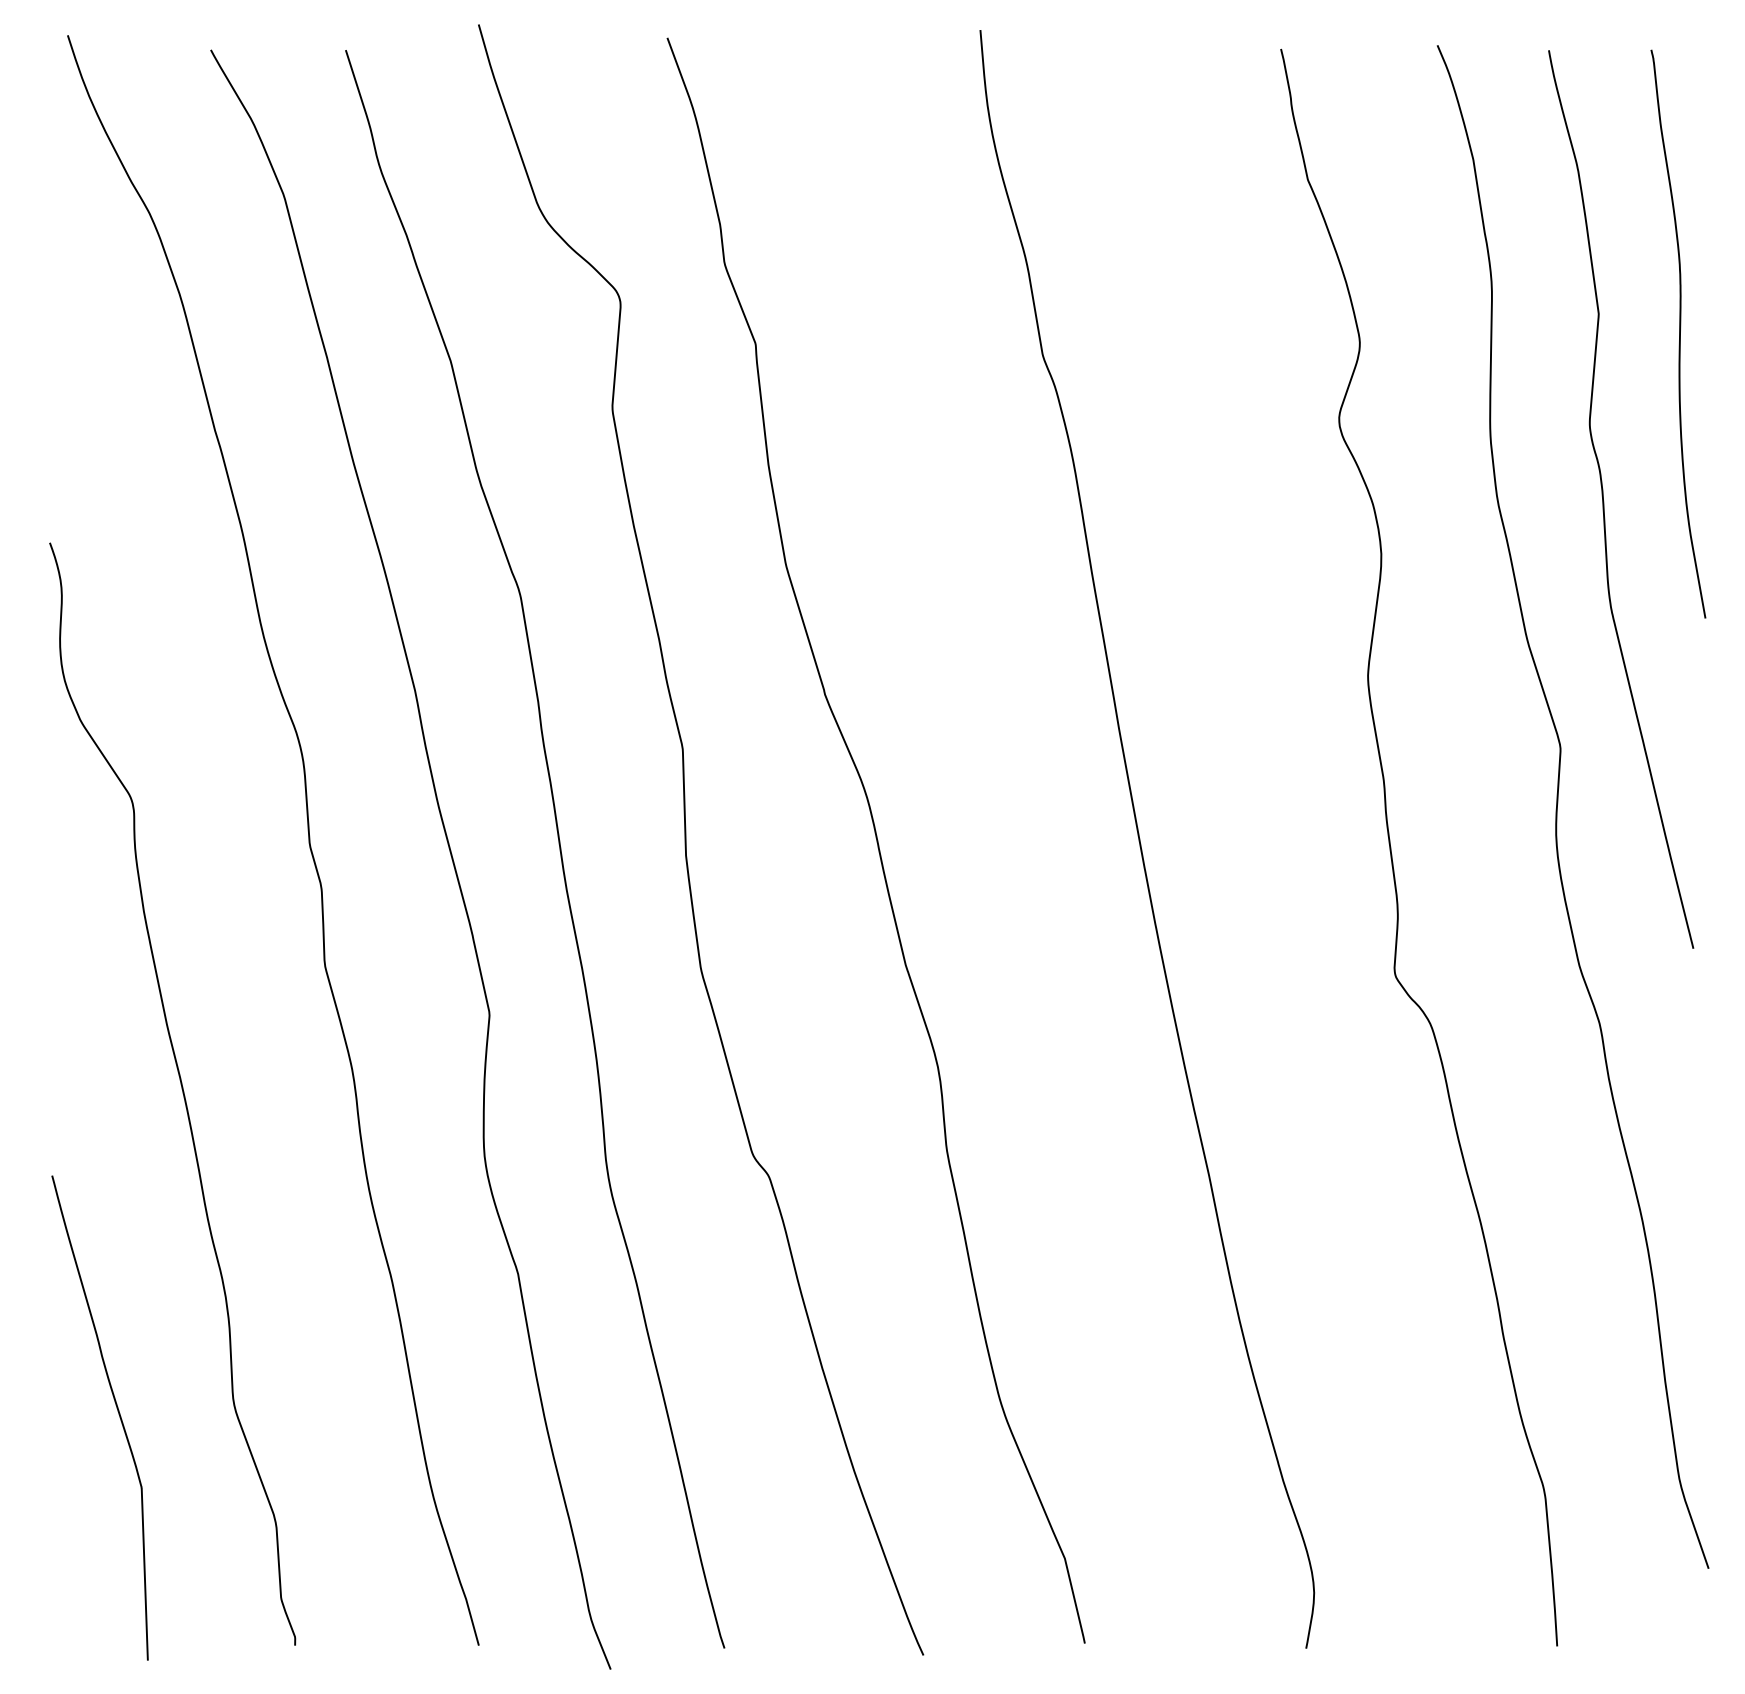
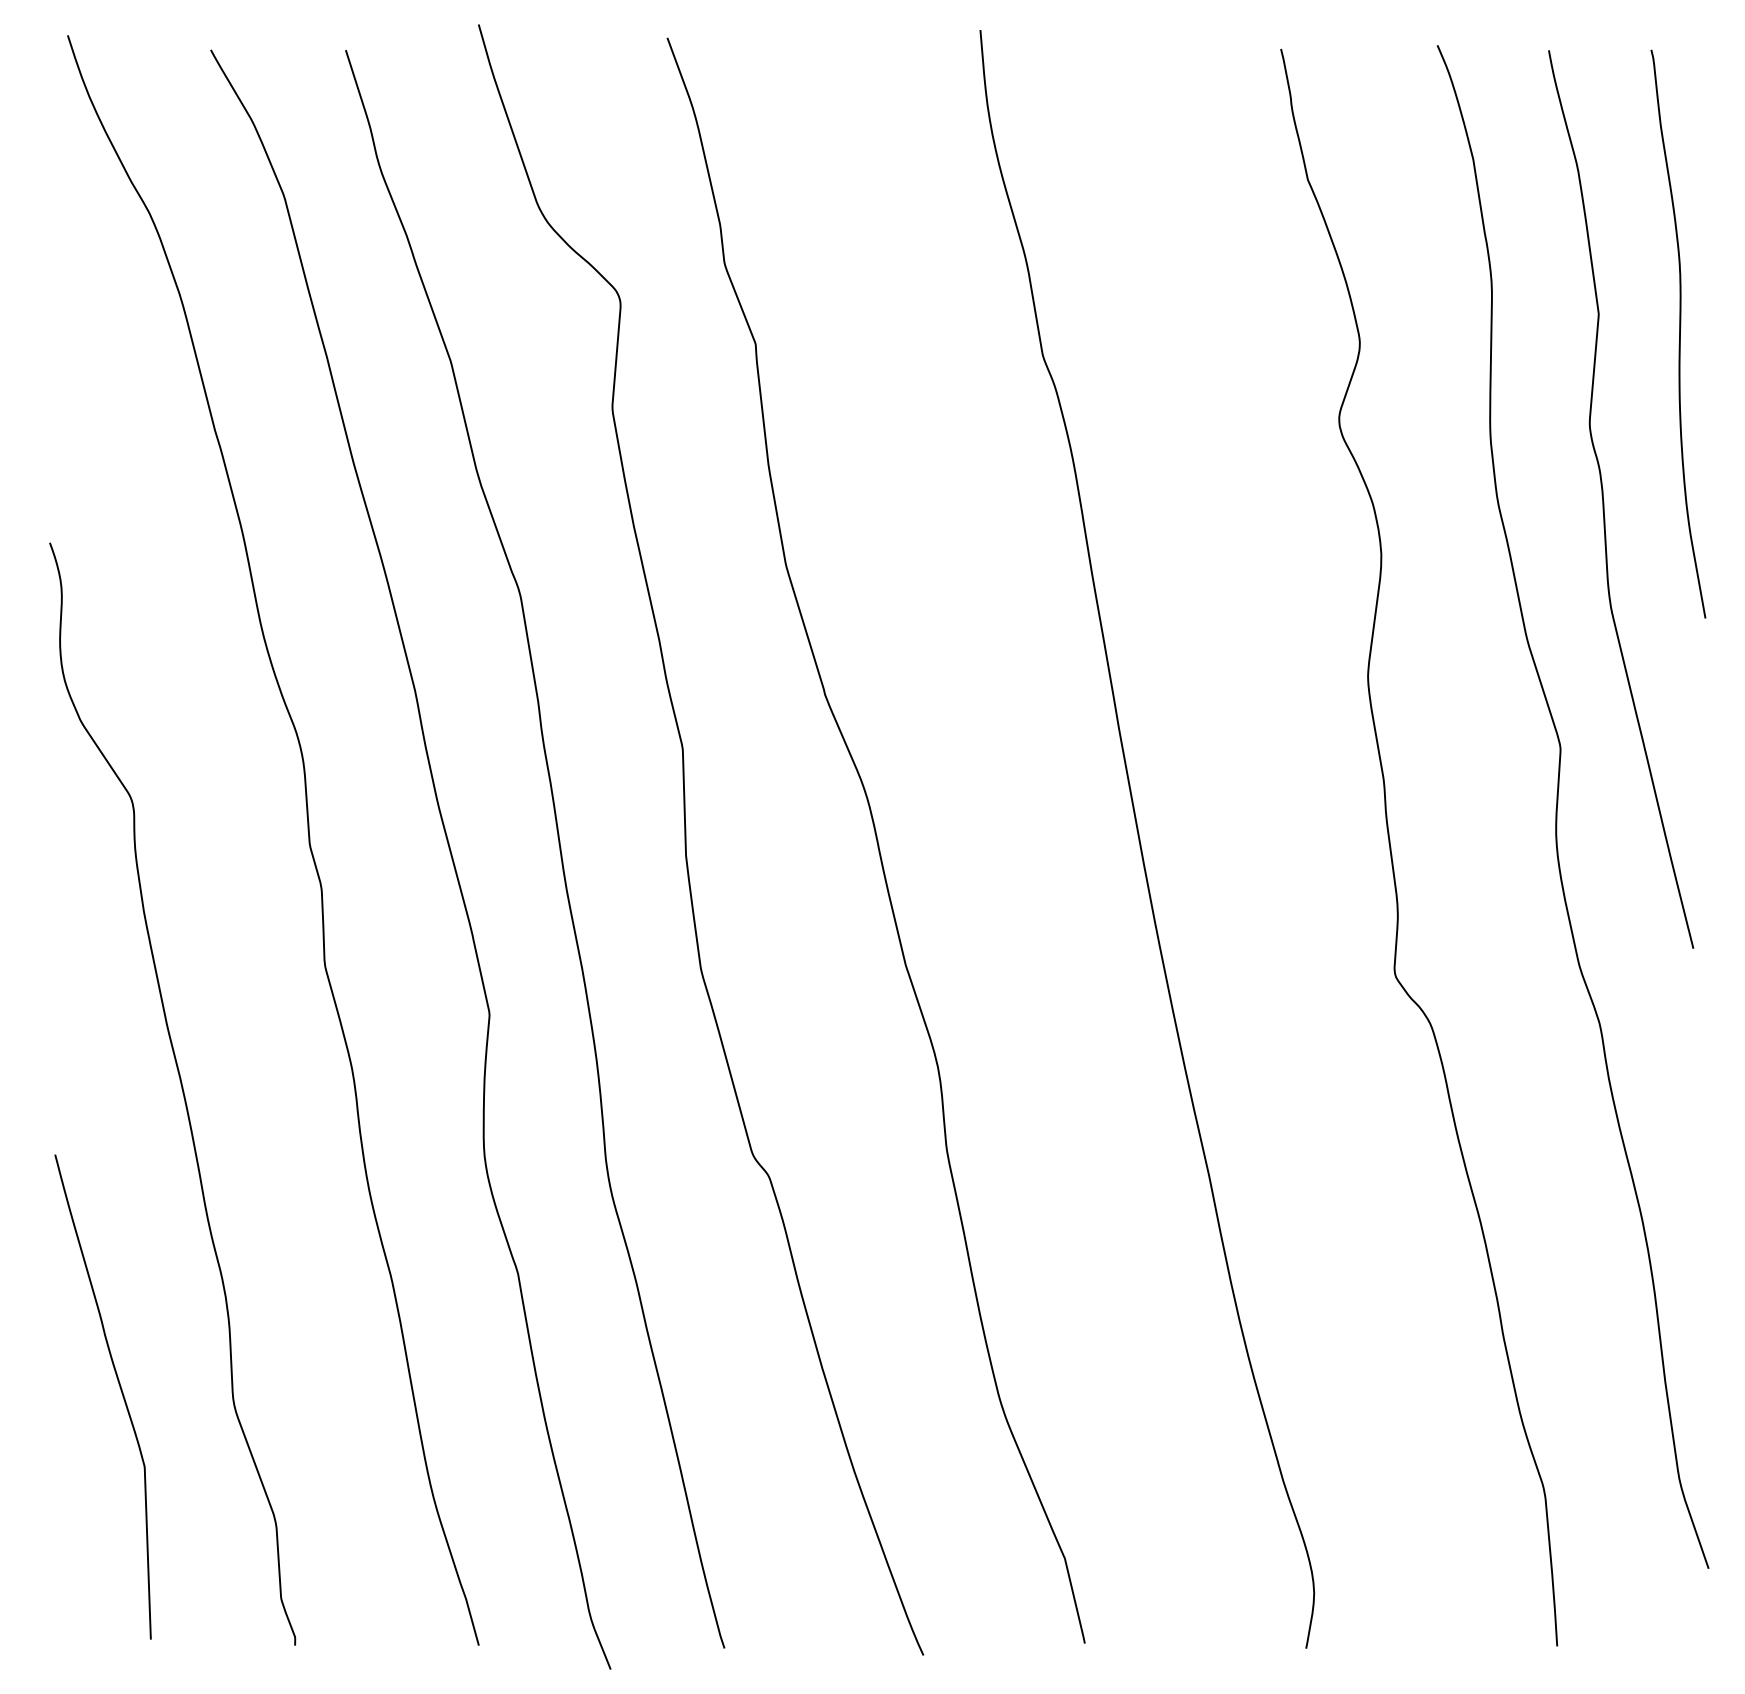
curve at (117, 1411) position: (117, 1411) -> (120, 1390)
